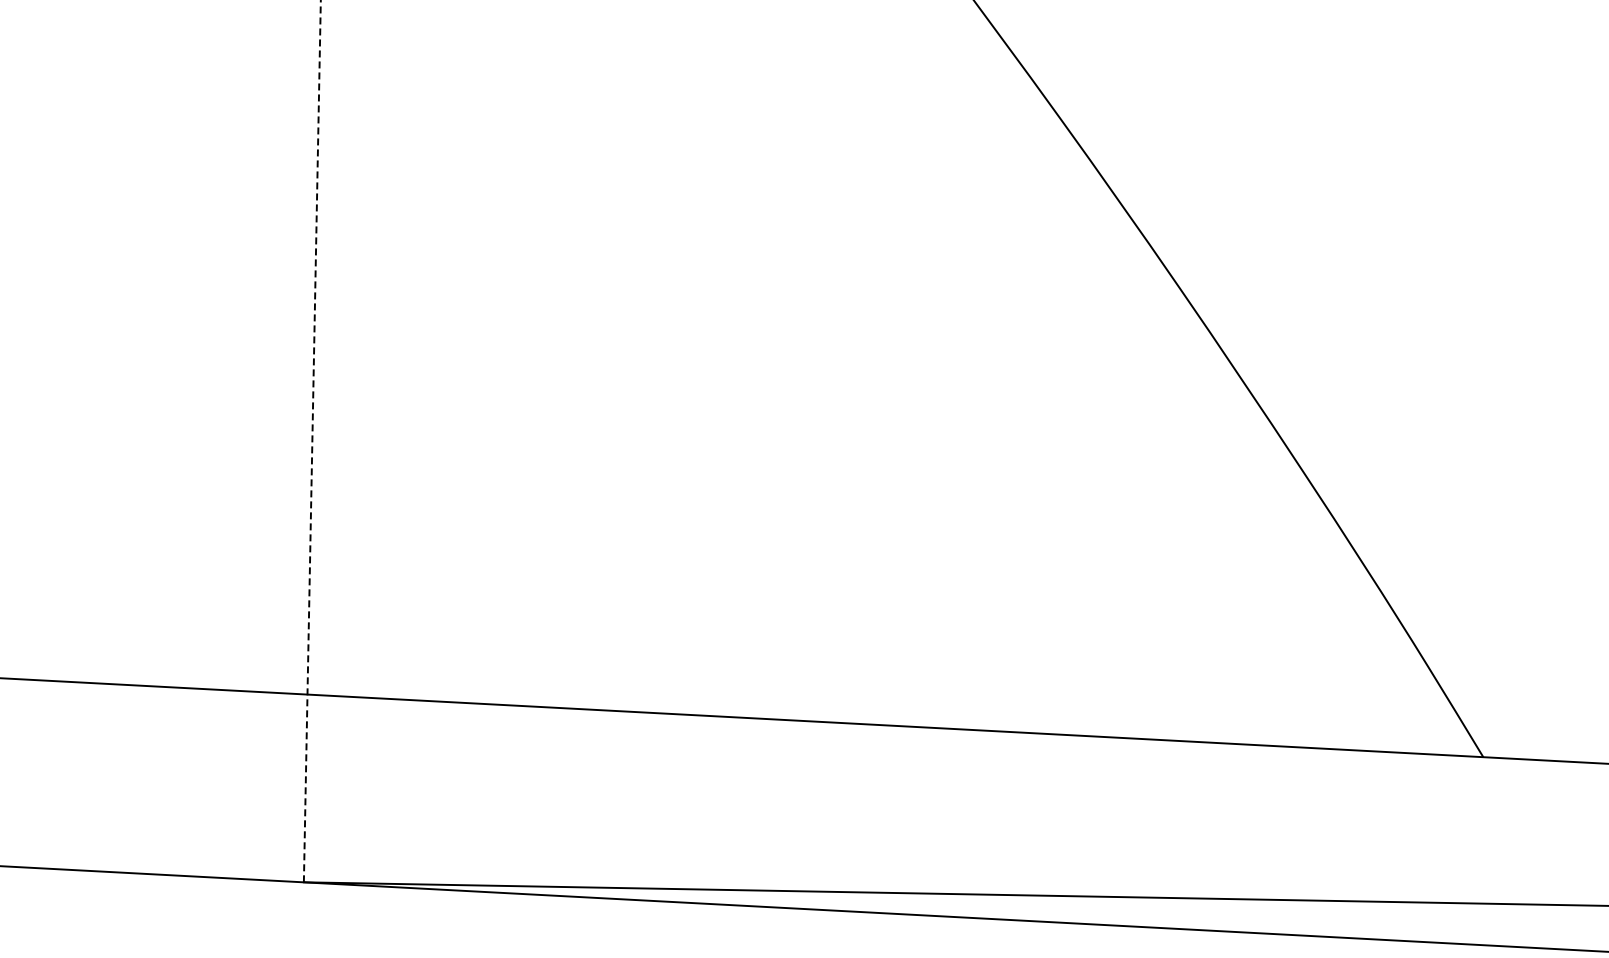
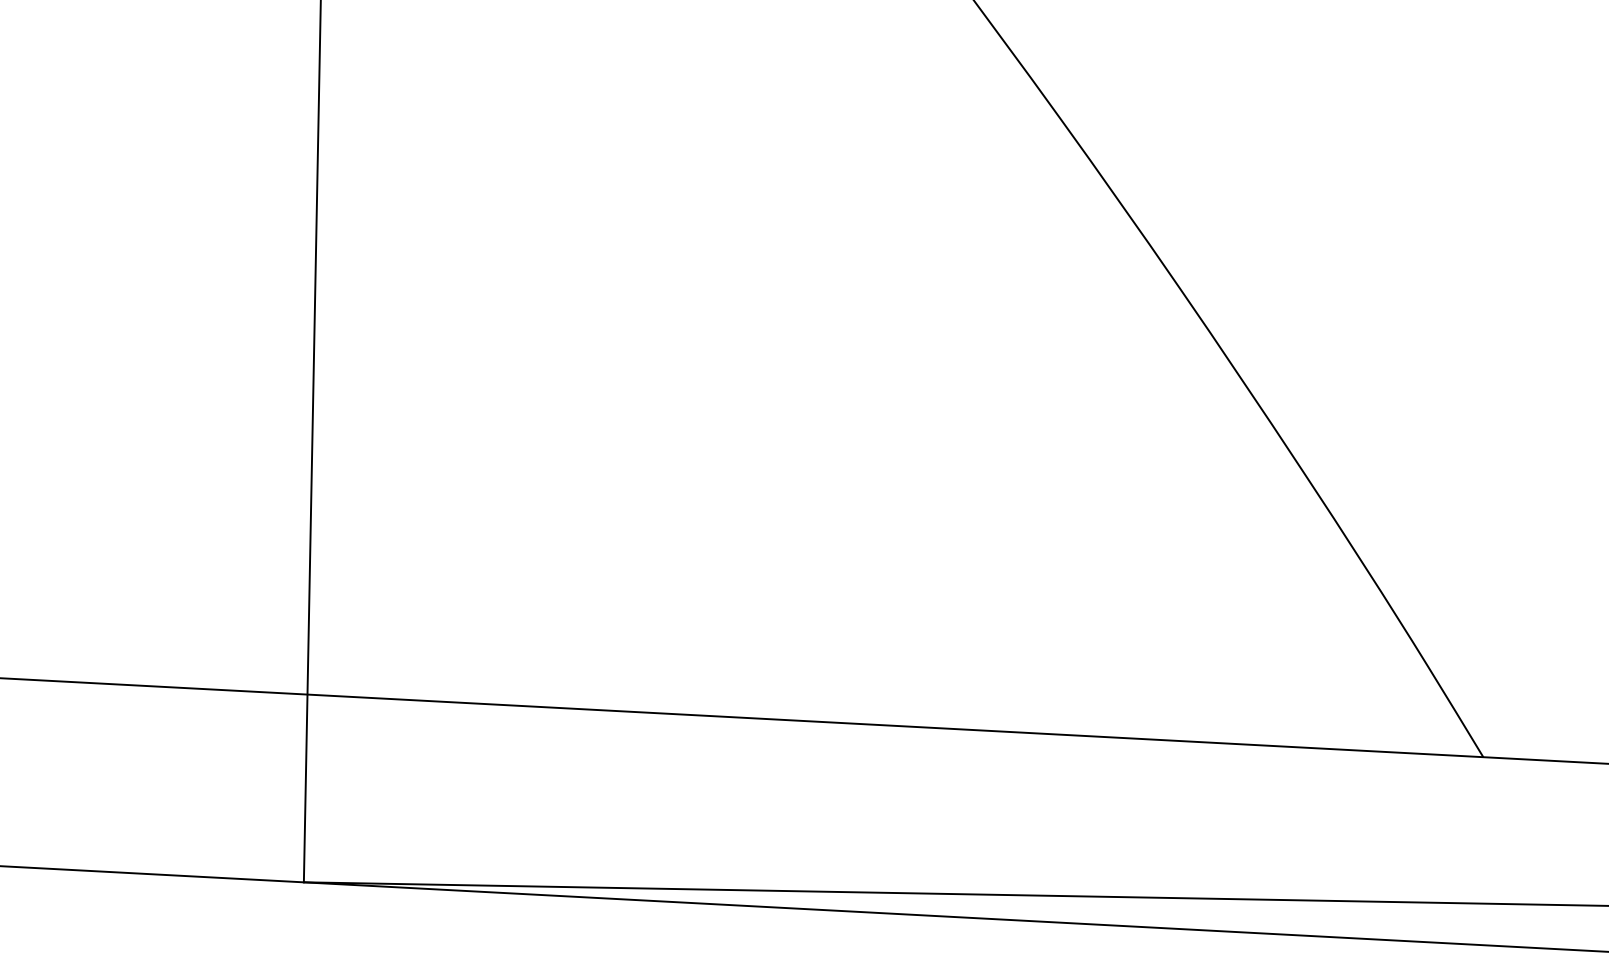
line at (312, 441): dashed -> solid
